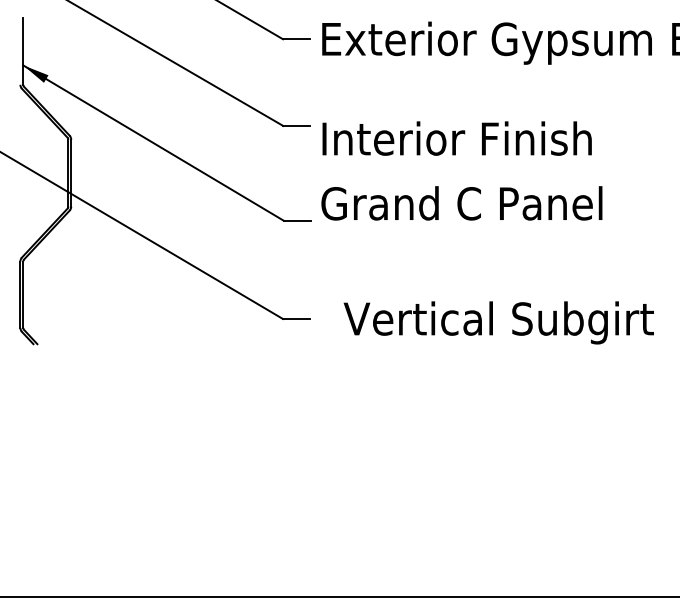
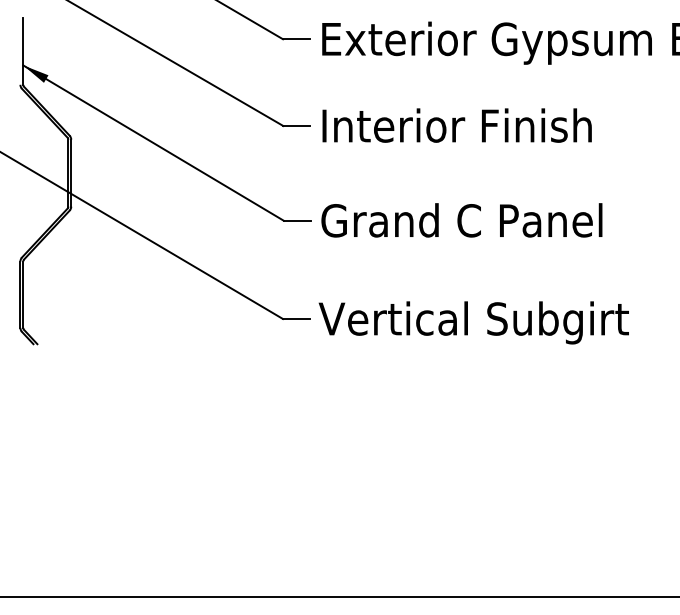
text at (456, 138) position: (456, 138) -> (456, 125)
text at (461, 203) position: (461, 203) -> (461, 220)
text at (498, 322) position: (498, 322) -> (473, 322)
